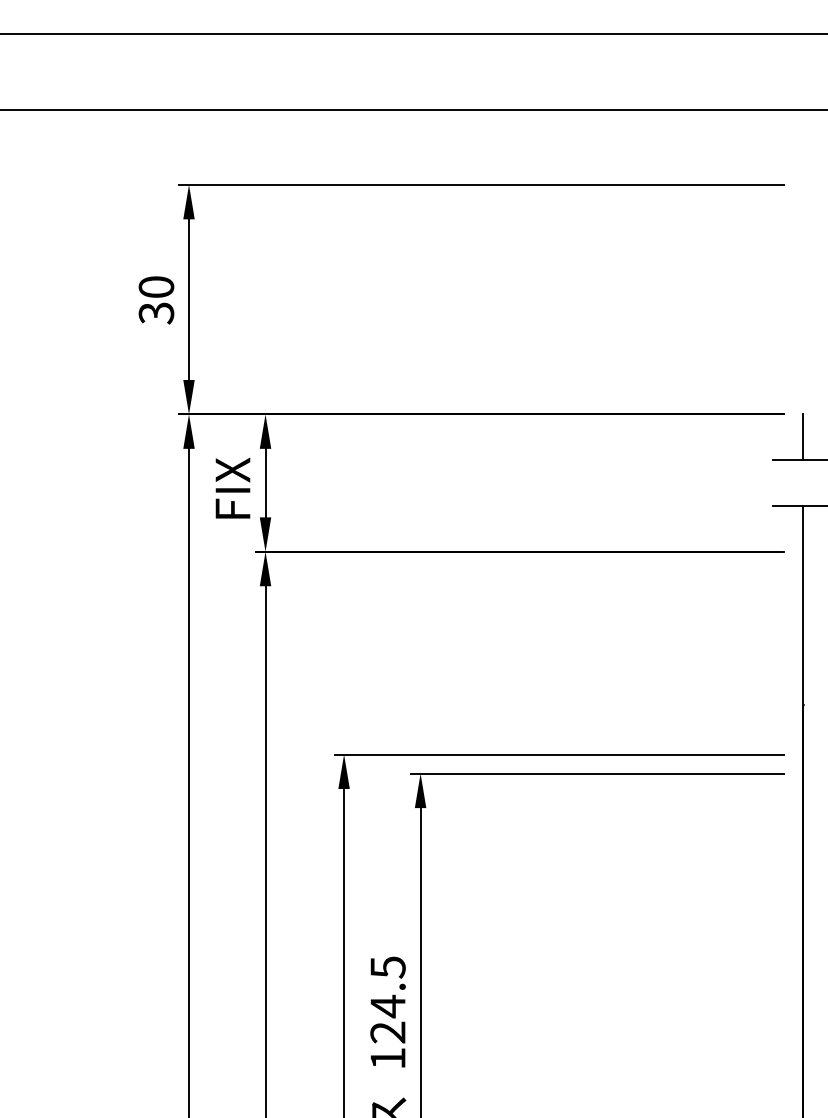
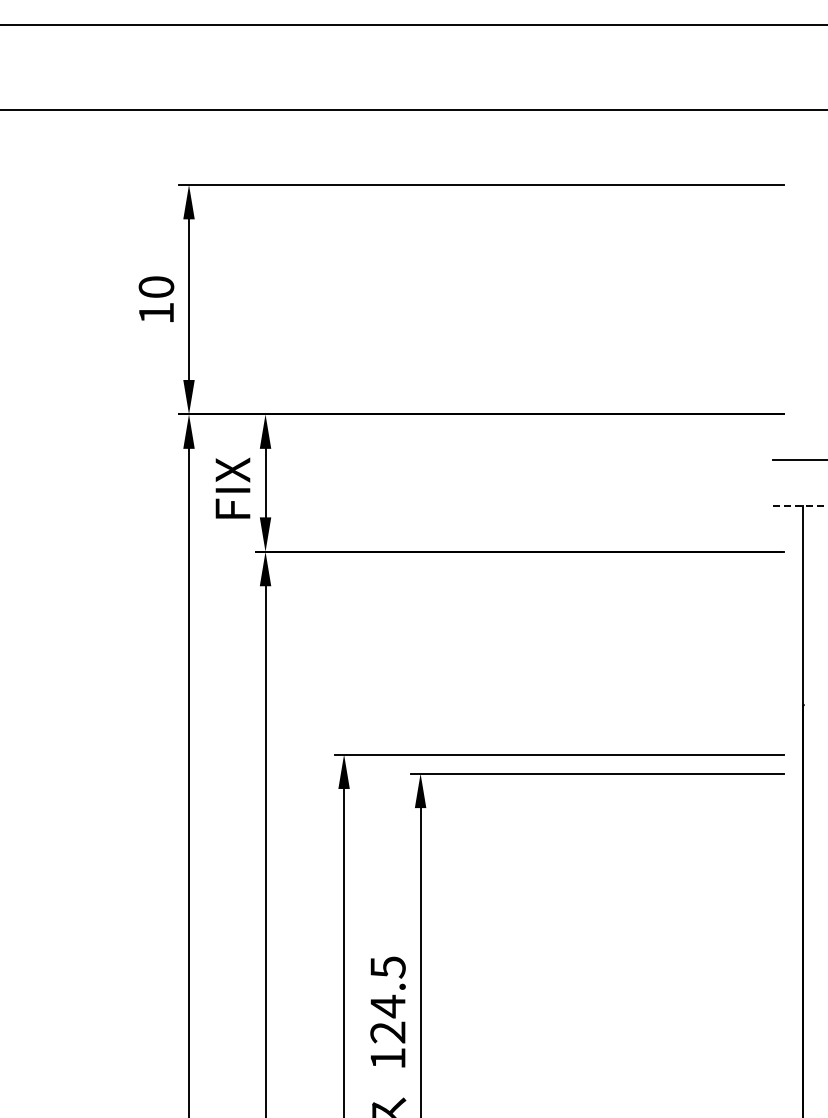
line at (413, 33) position: (413, 33) -> (413, 24)
text at (156, 313): 30 -> 10
line at (803, 437): present -> none
line at (800, 506): solid -> dashed
